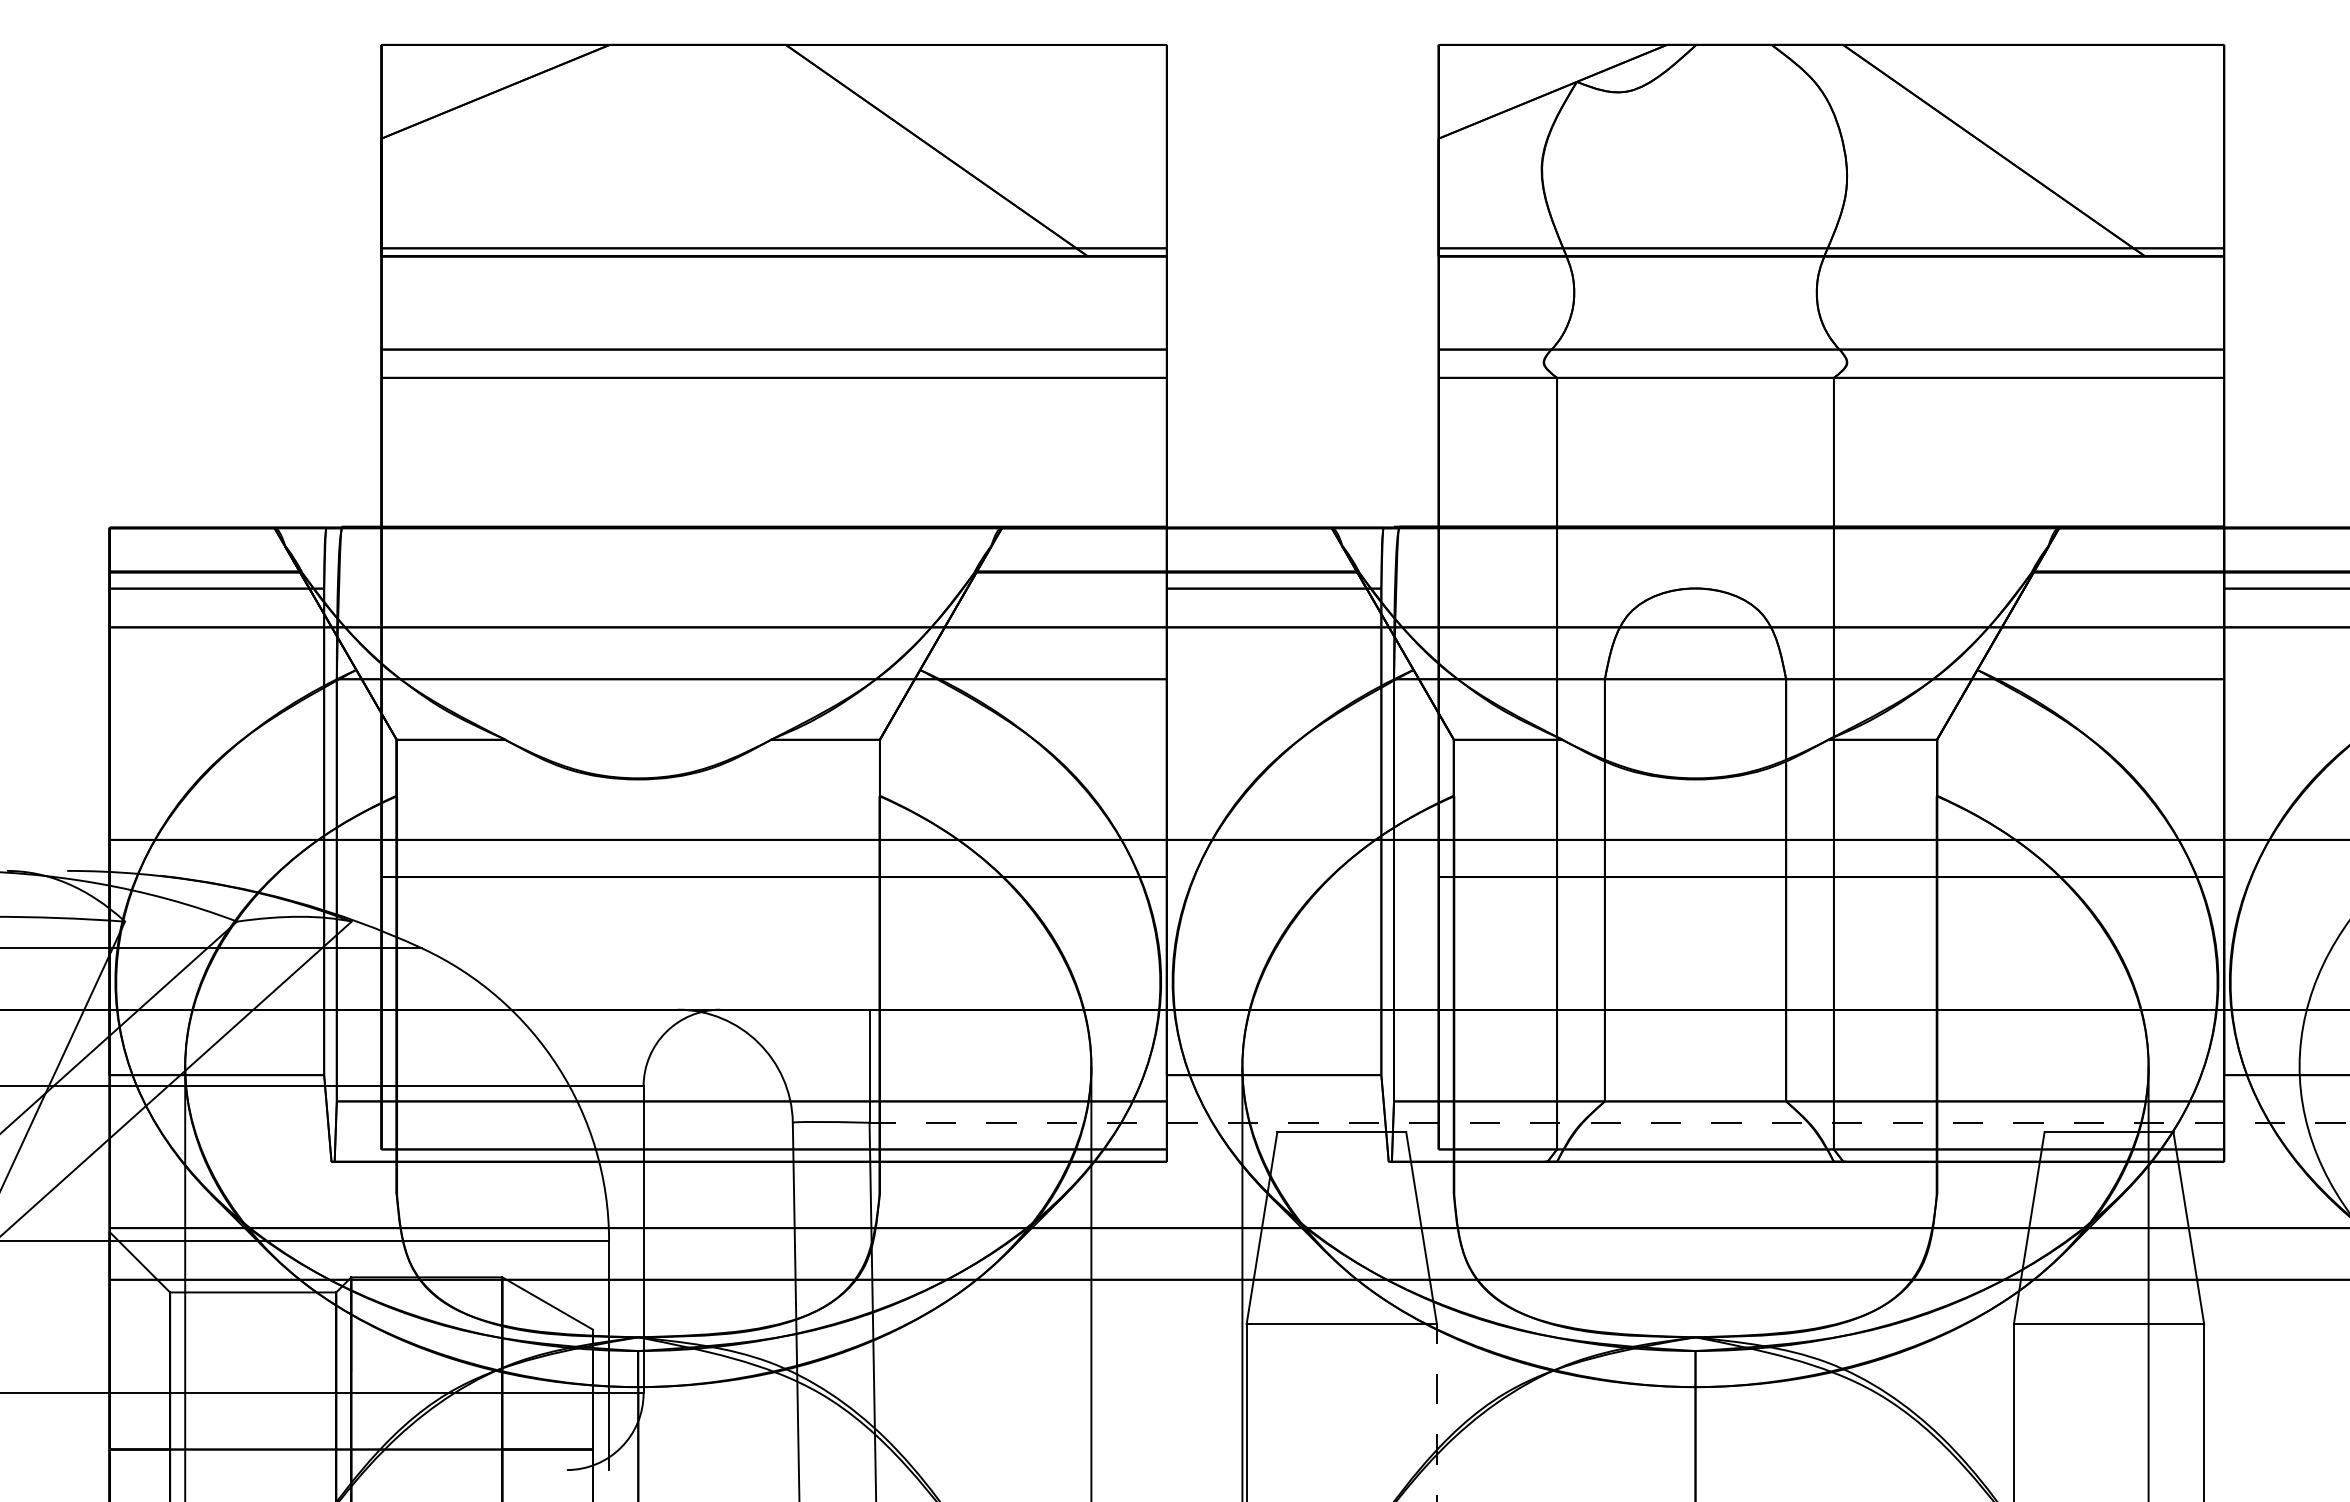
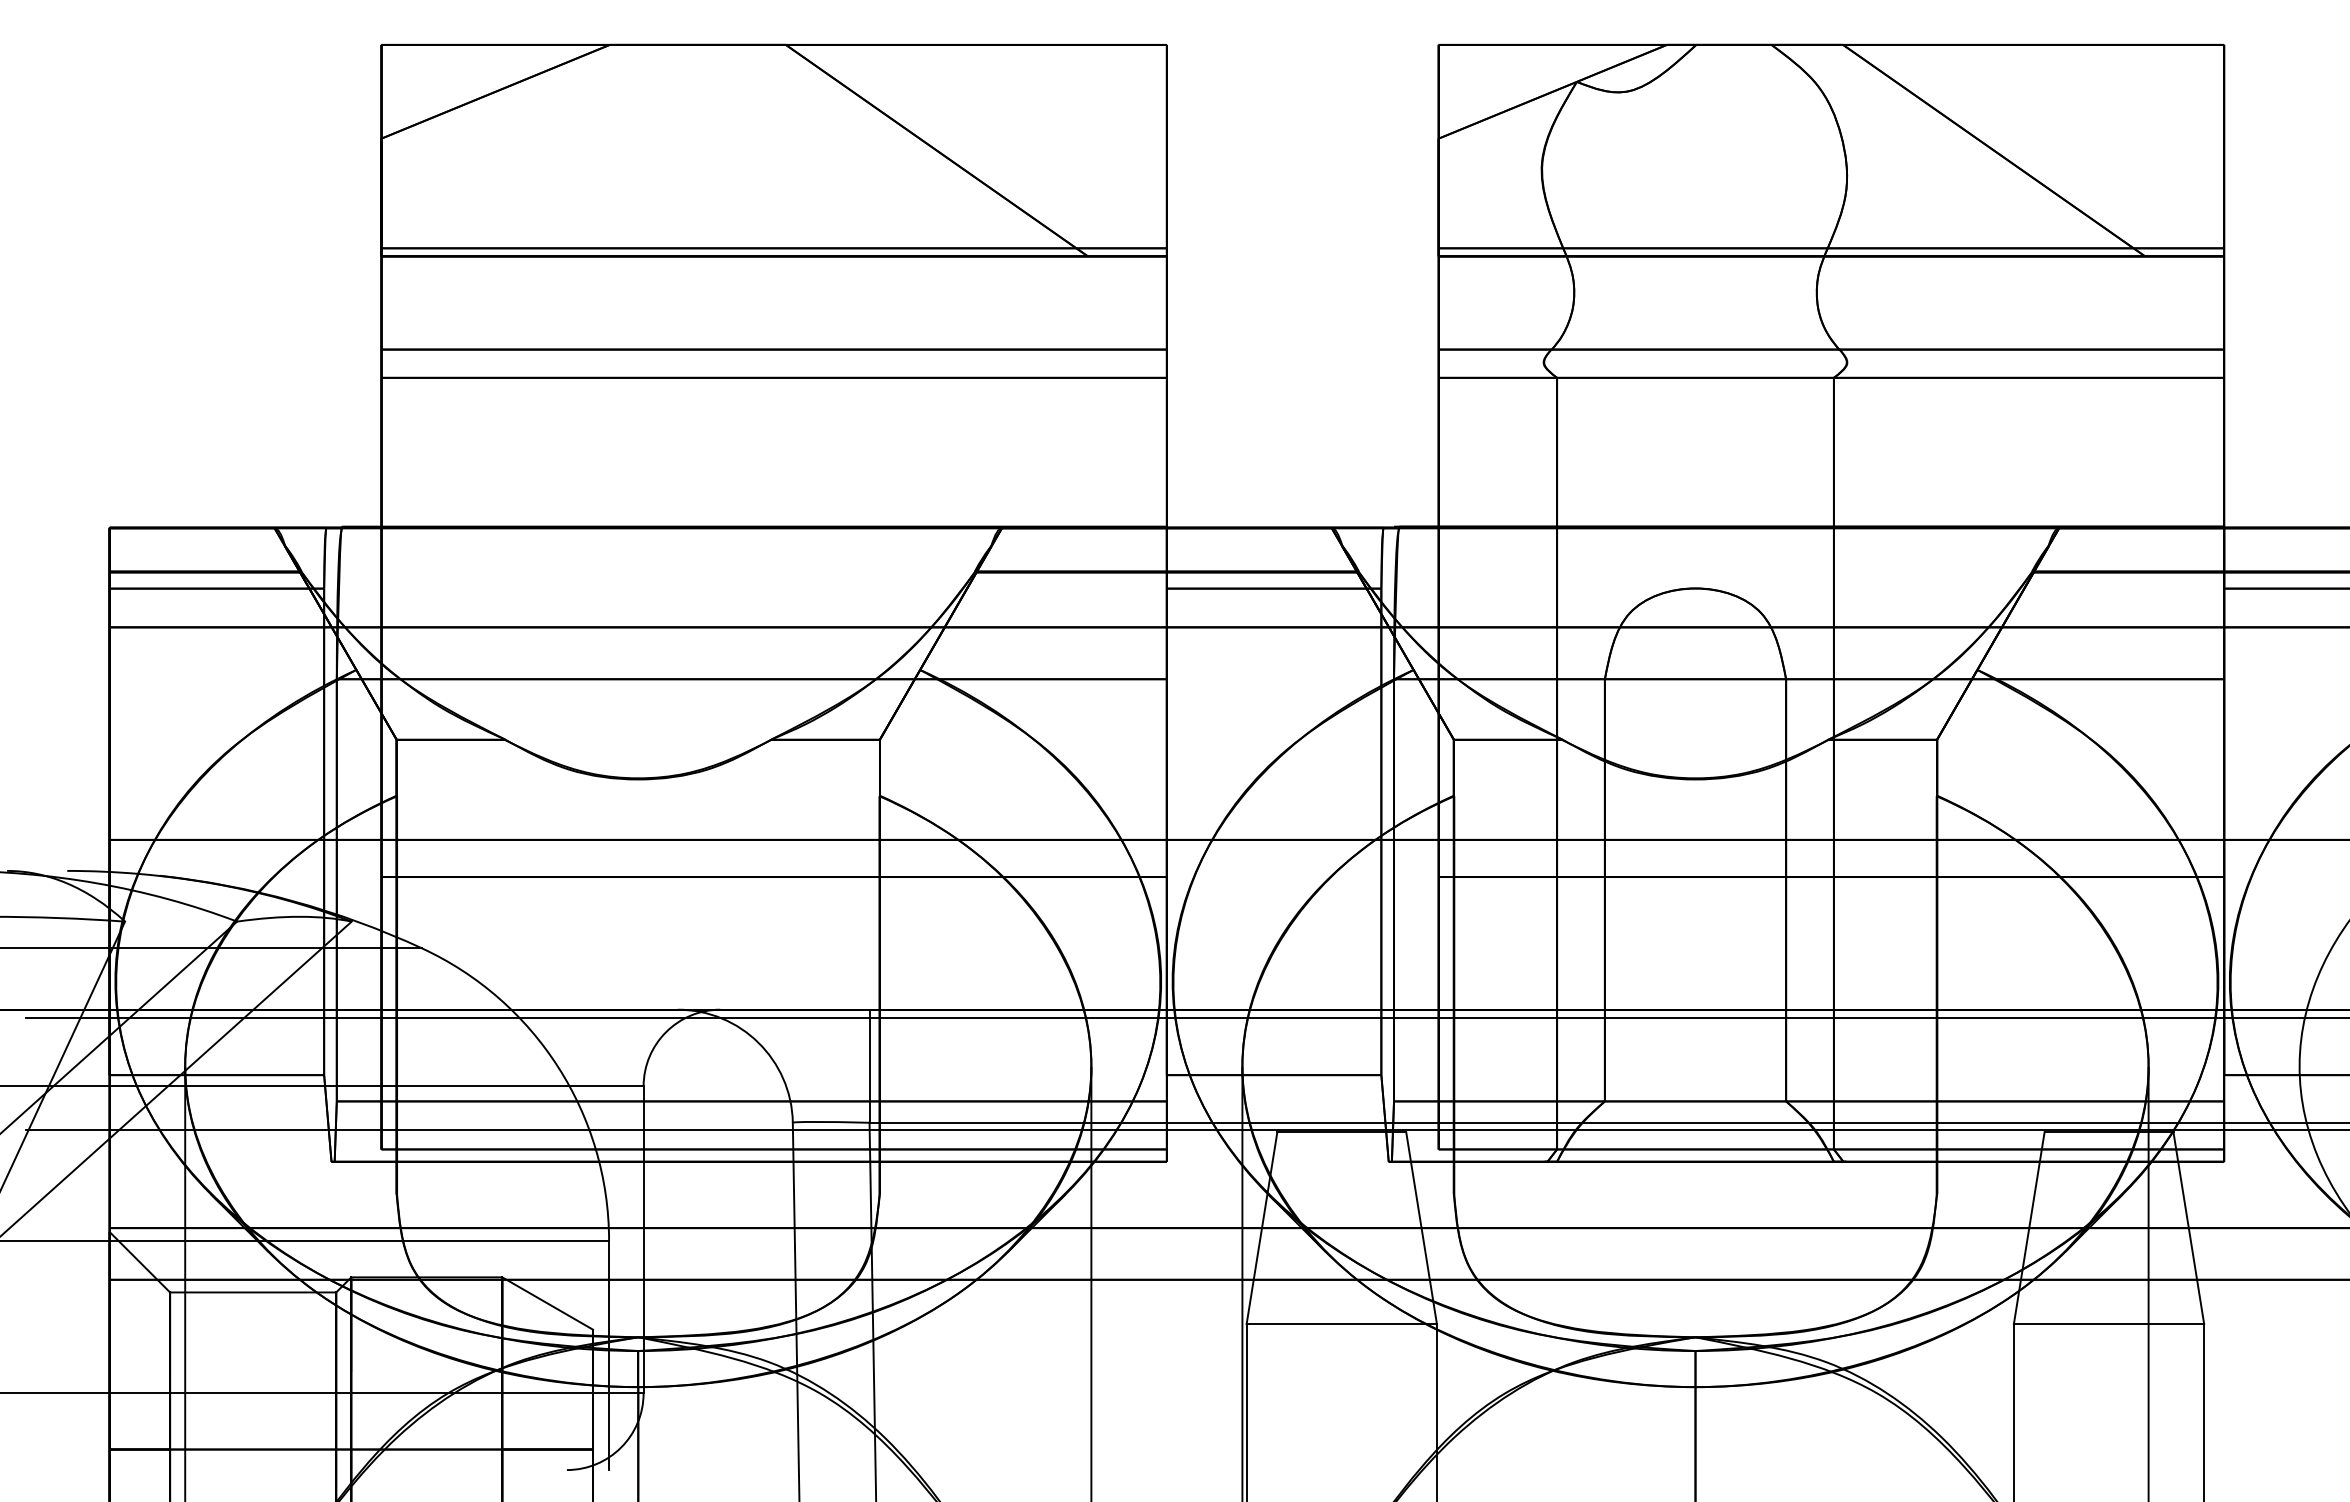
line at (1185, 1018): none -> present
line at (1609, 1122): dashed -> solid
line at (1185, 1129): none -> present
line at (1436, 1412): dashed -> solid
